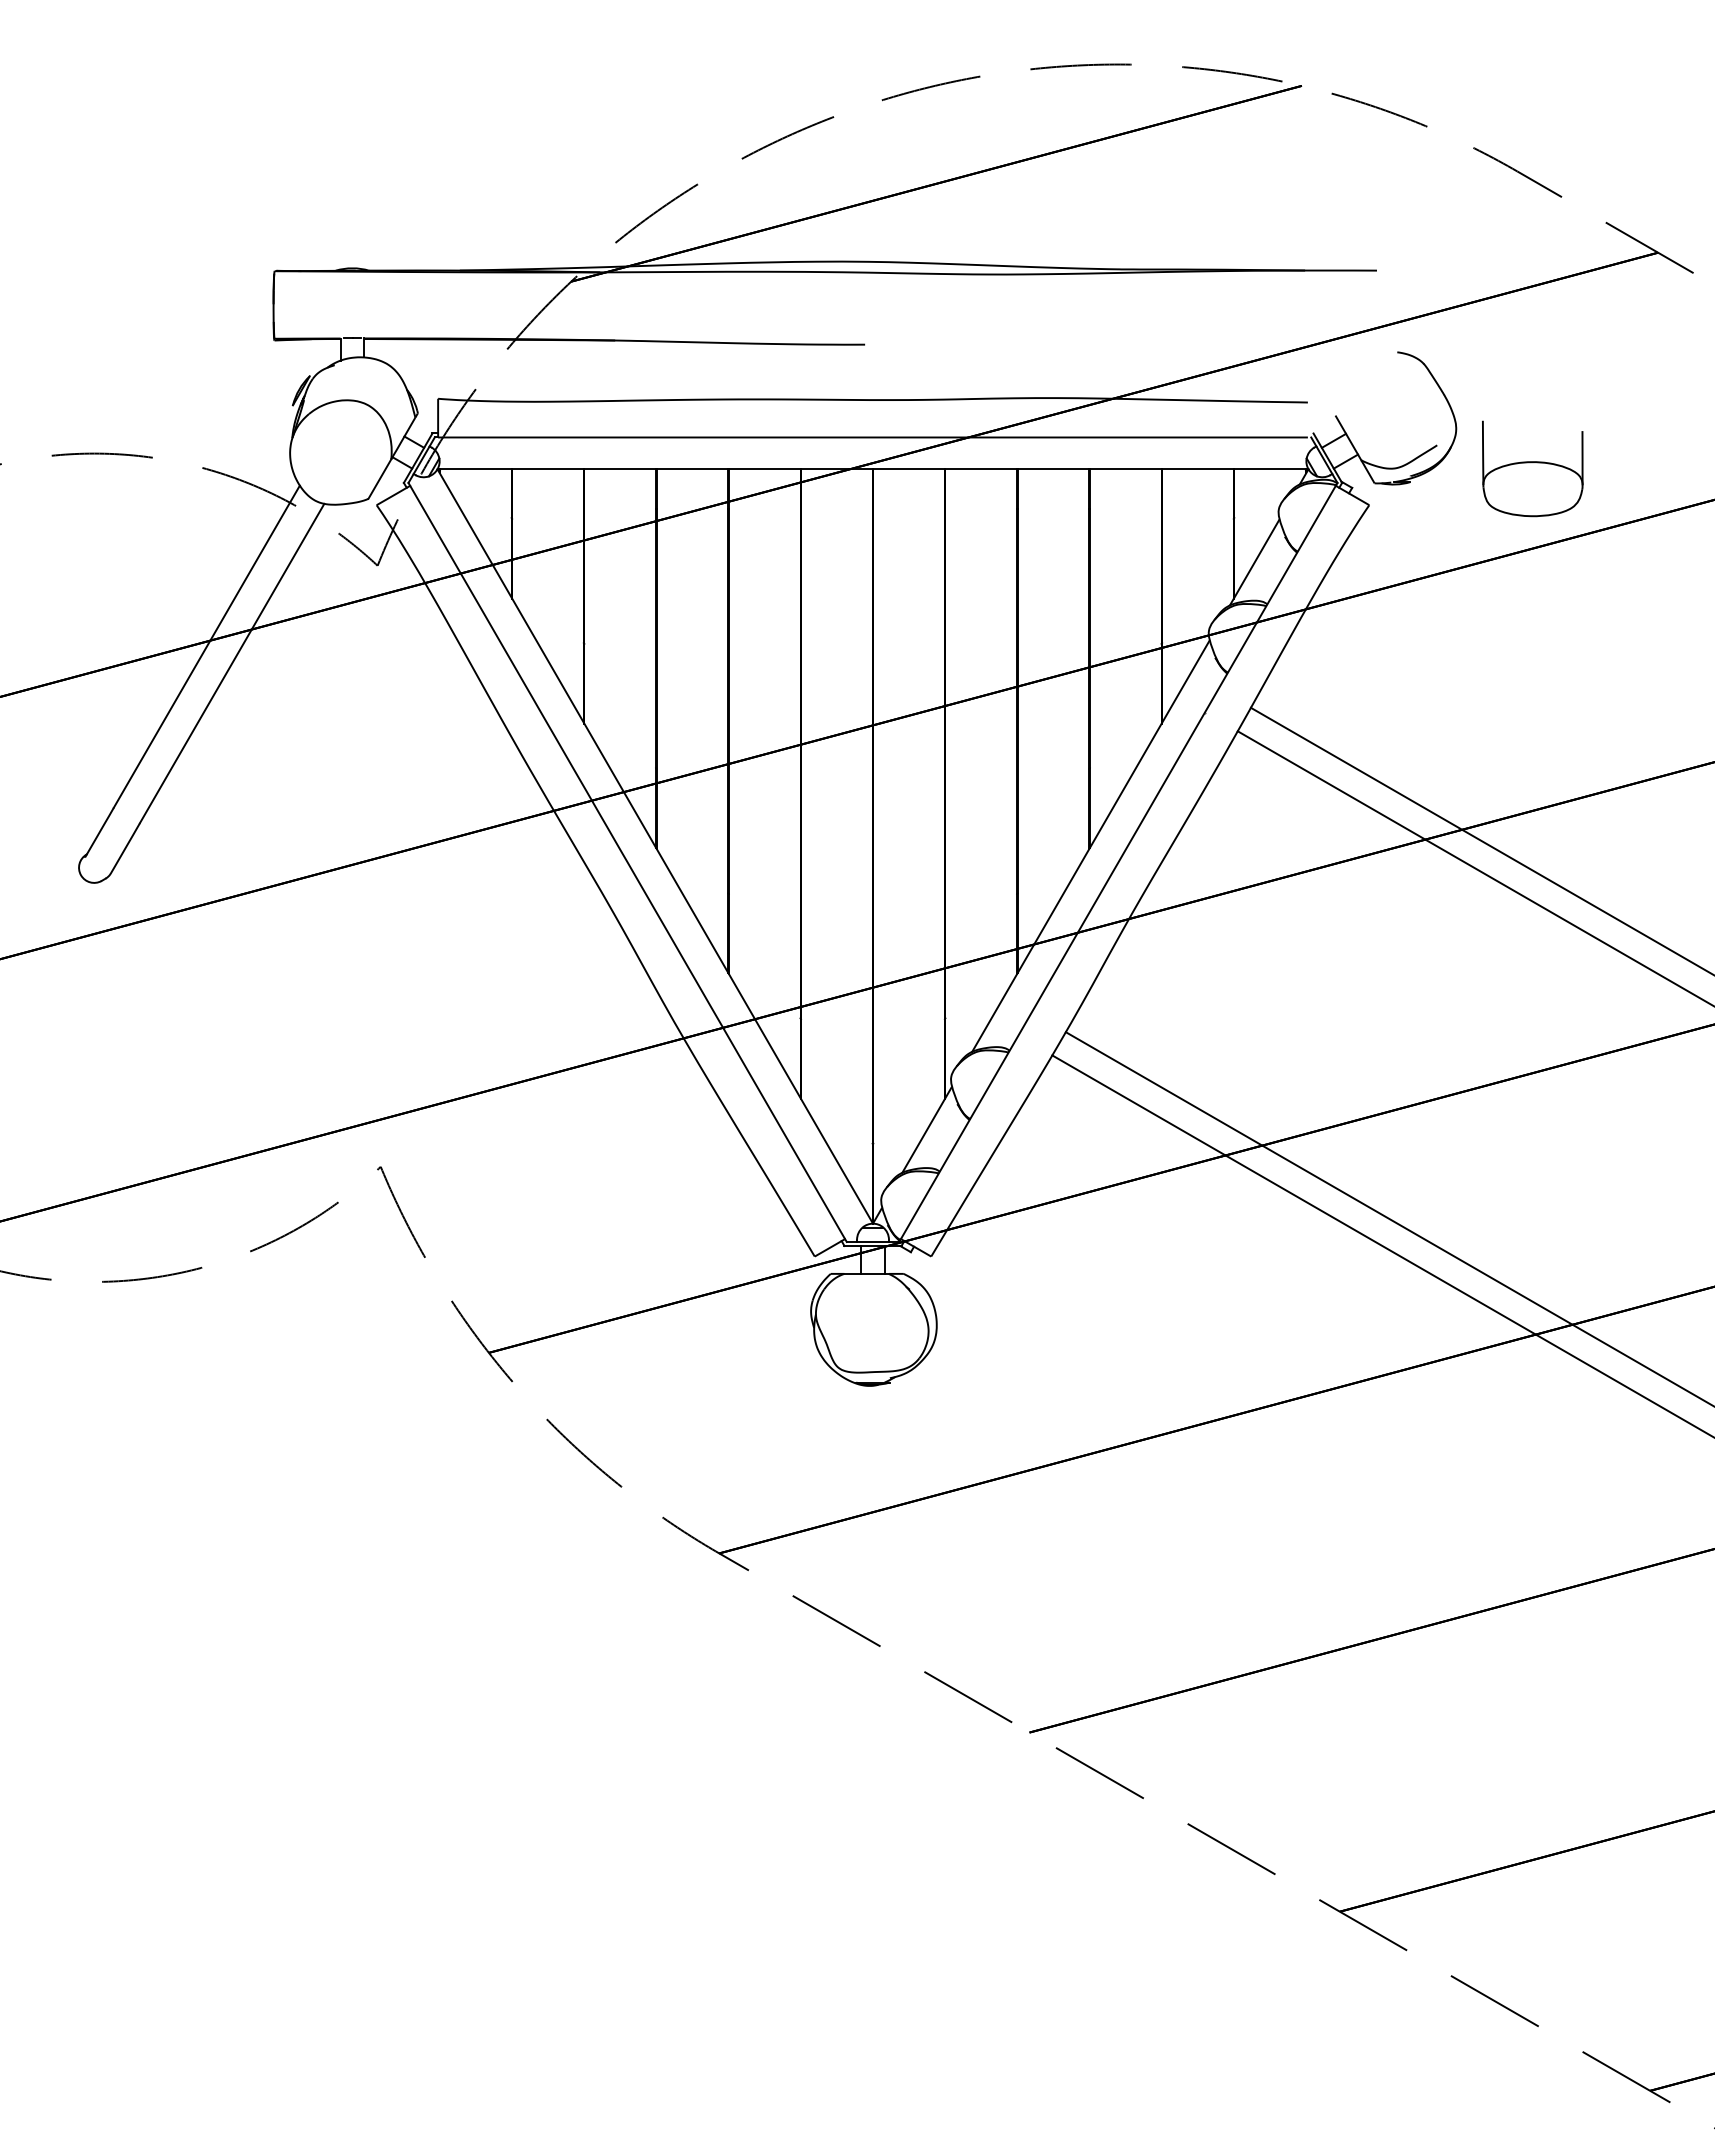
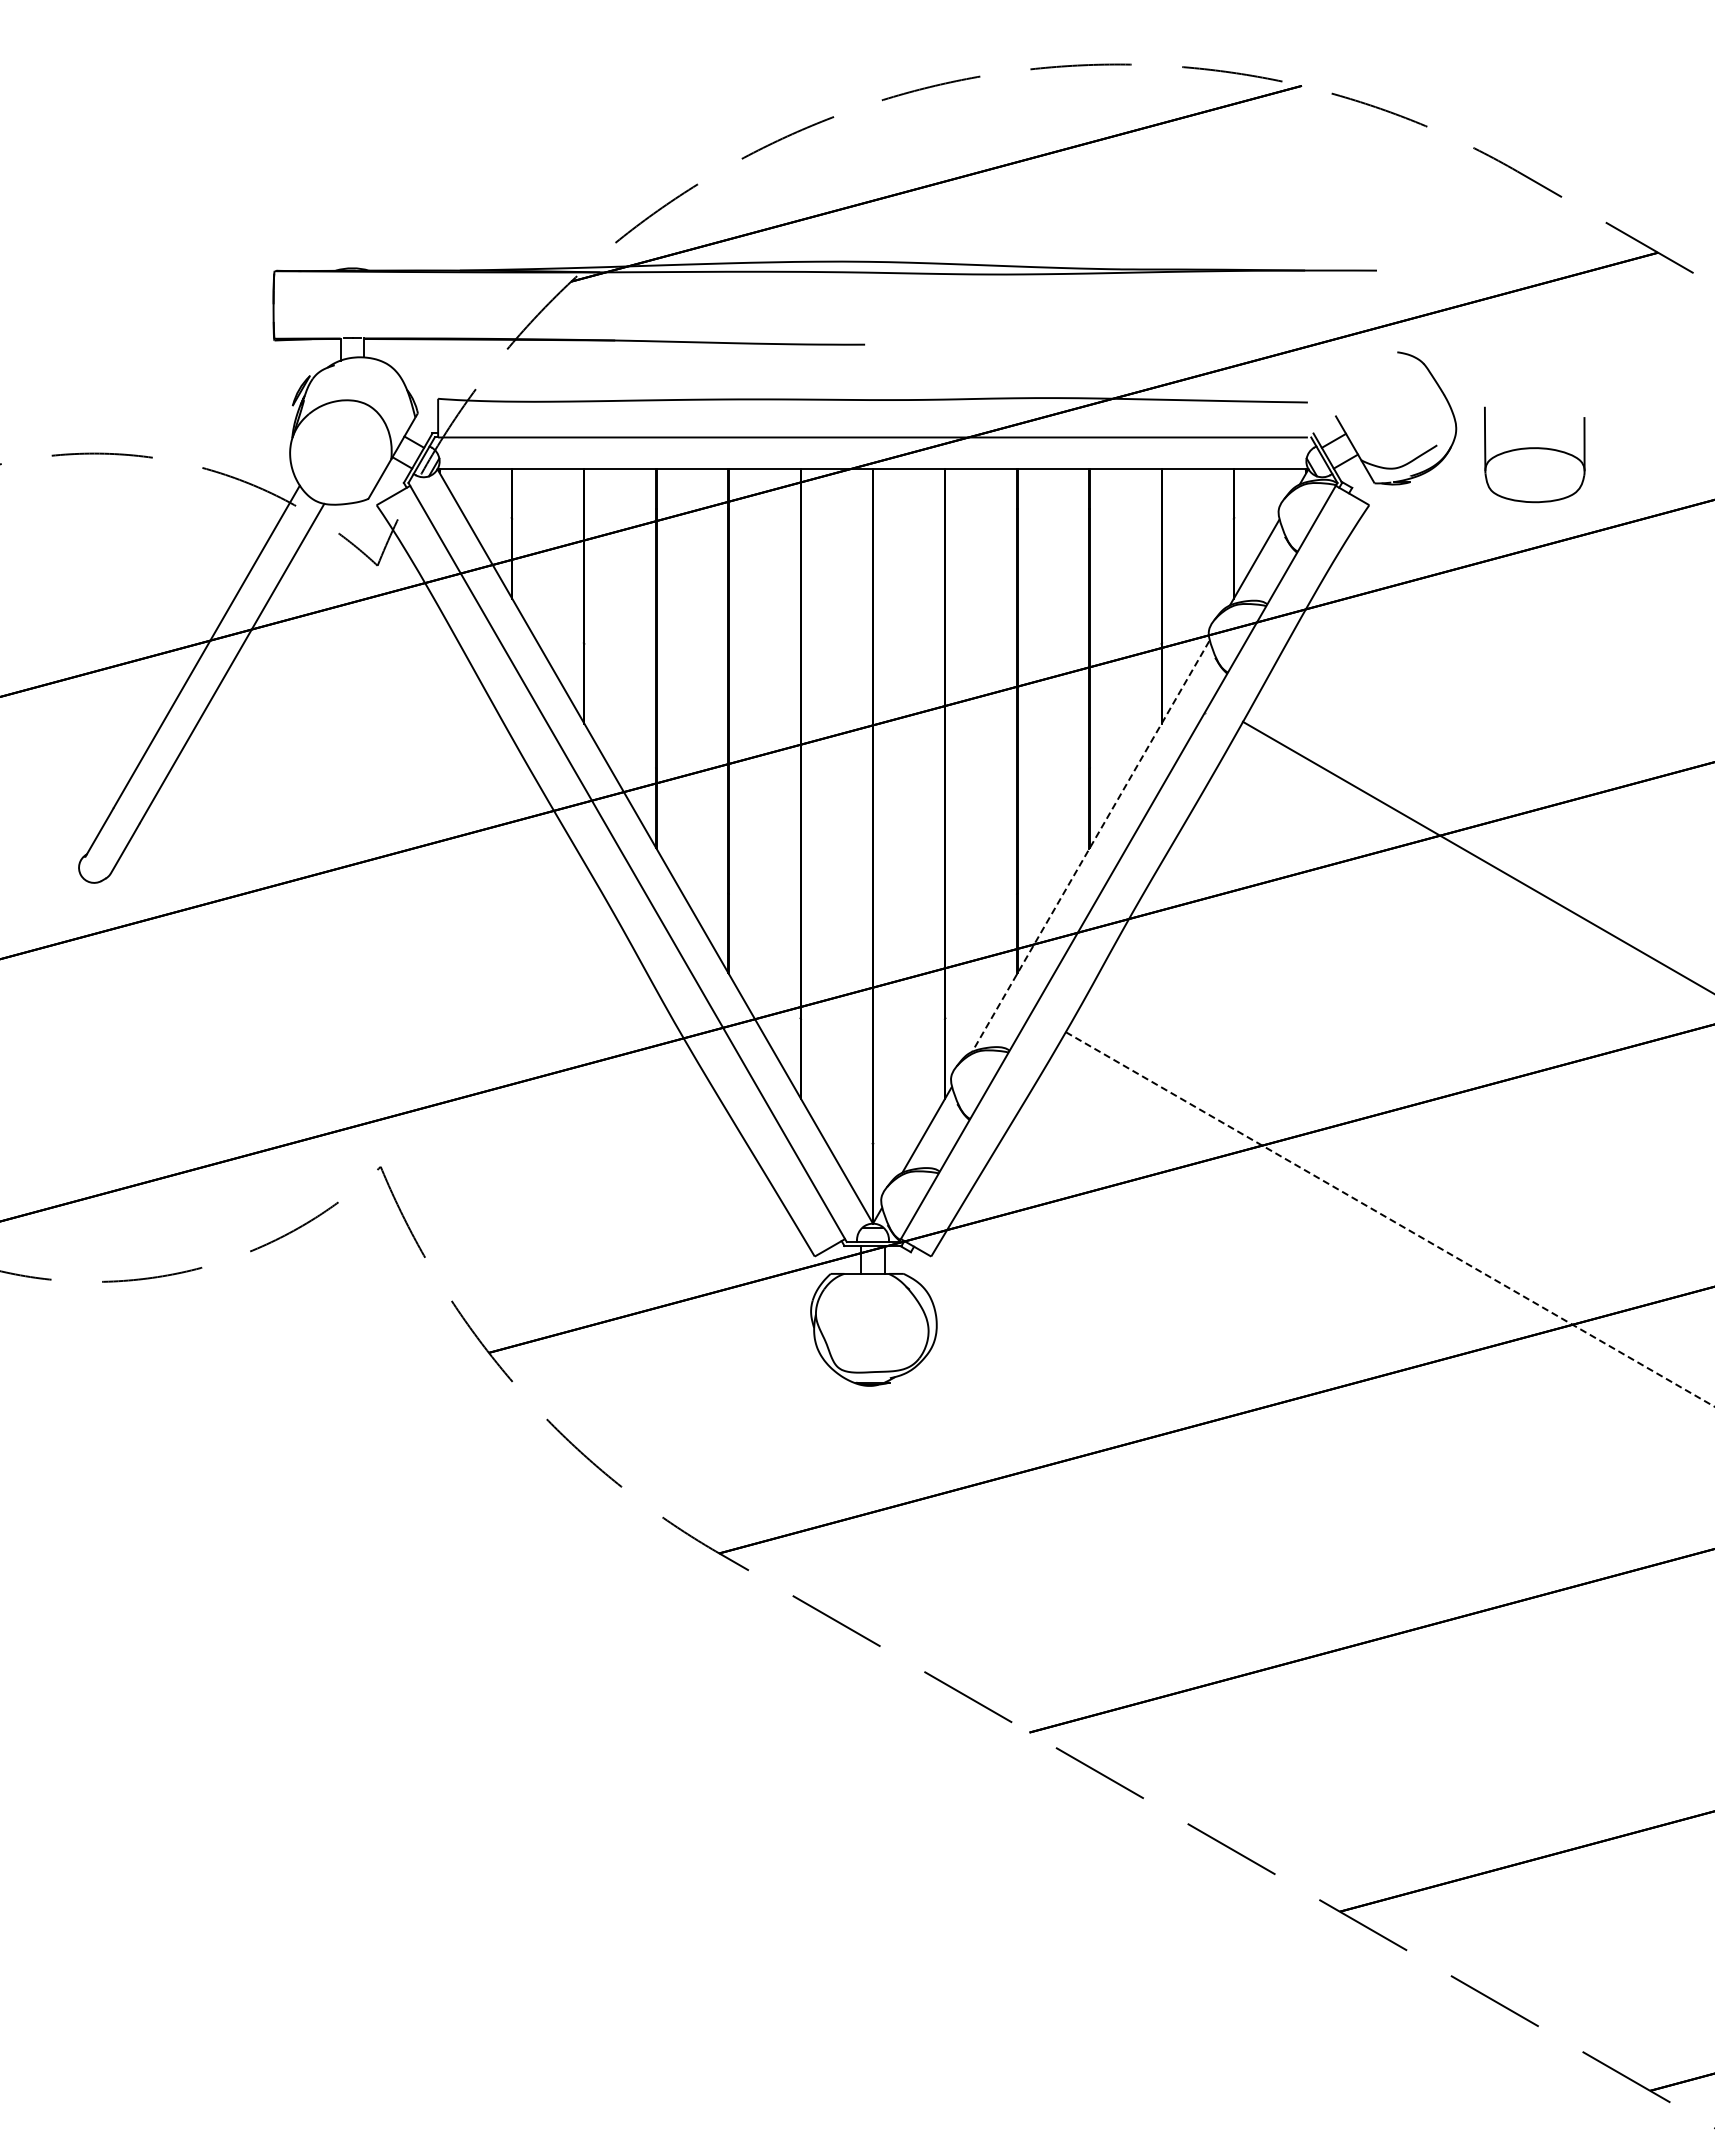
part at (1532, 468) position: (1532, 468) -> (1534, 454)
line at (1480, 840) position: (1480, 840) -> (1476, 856)
line at (1090, 846): solid -> dashed
line at (1474, 867): present -> none
line at (1390, 1219): solid -> dashed
line at (1381, 1245): present -> none
